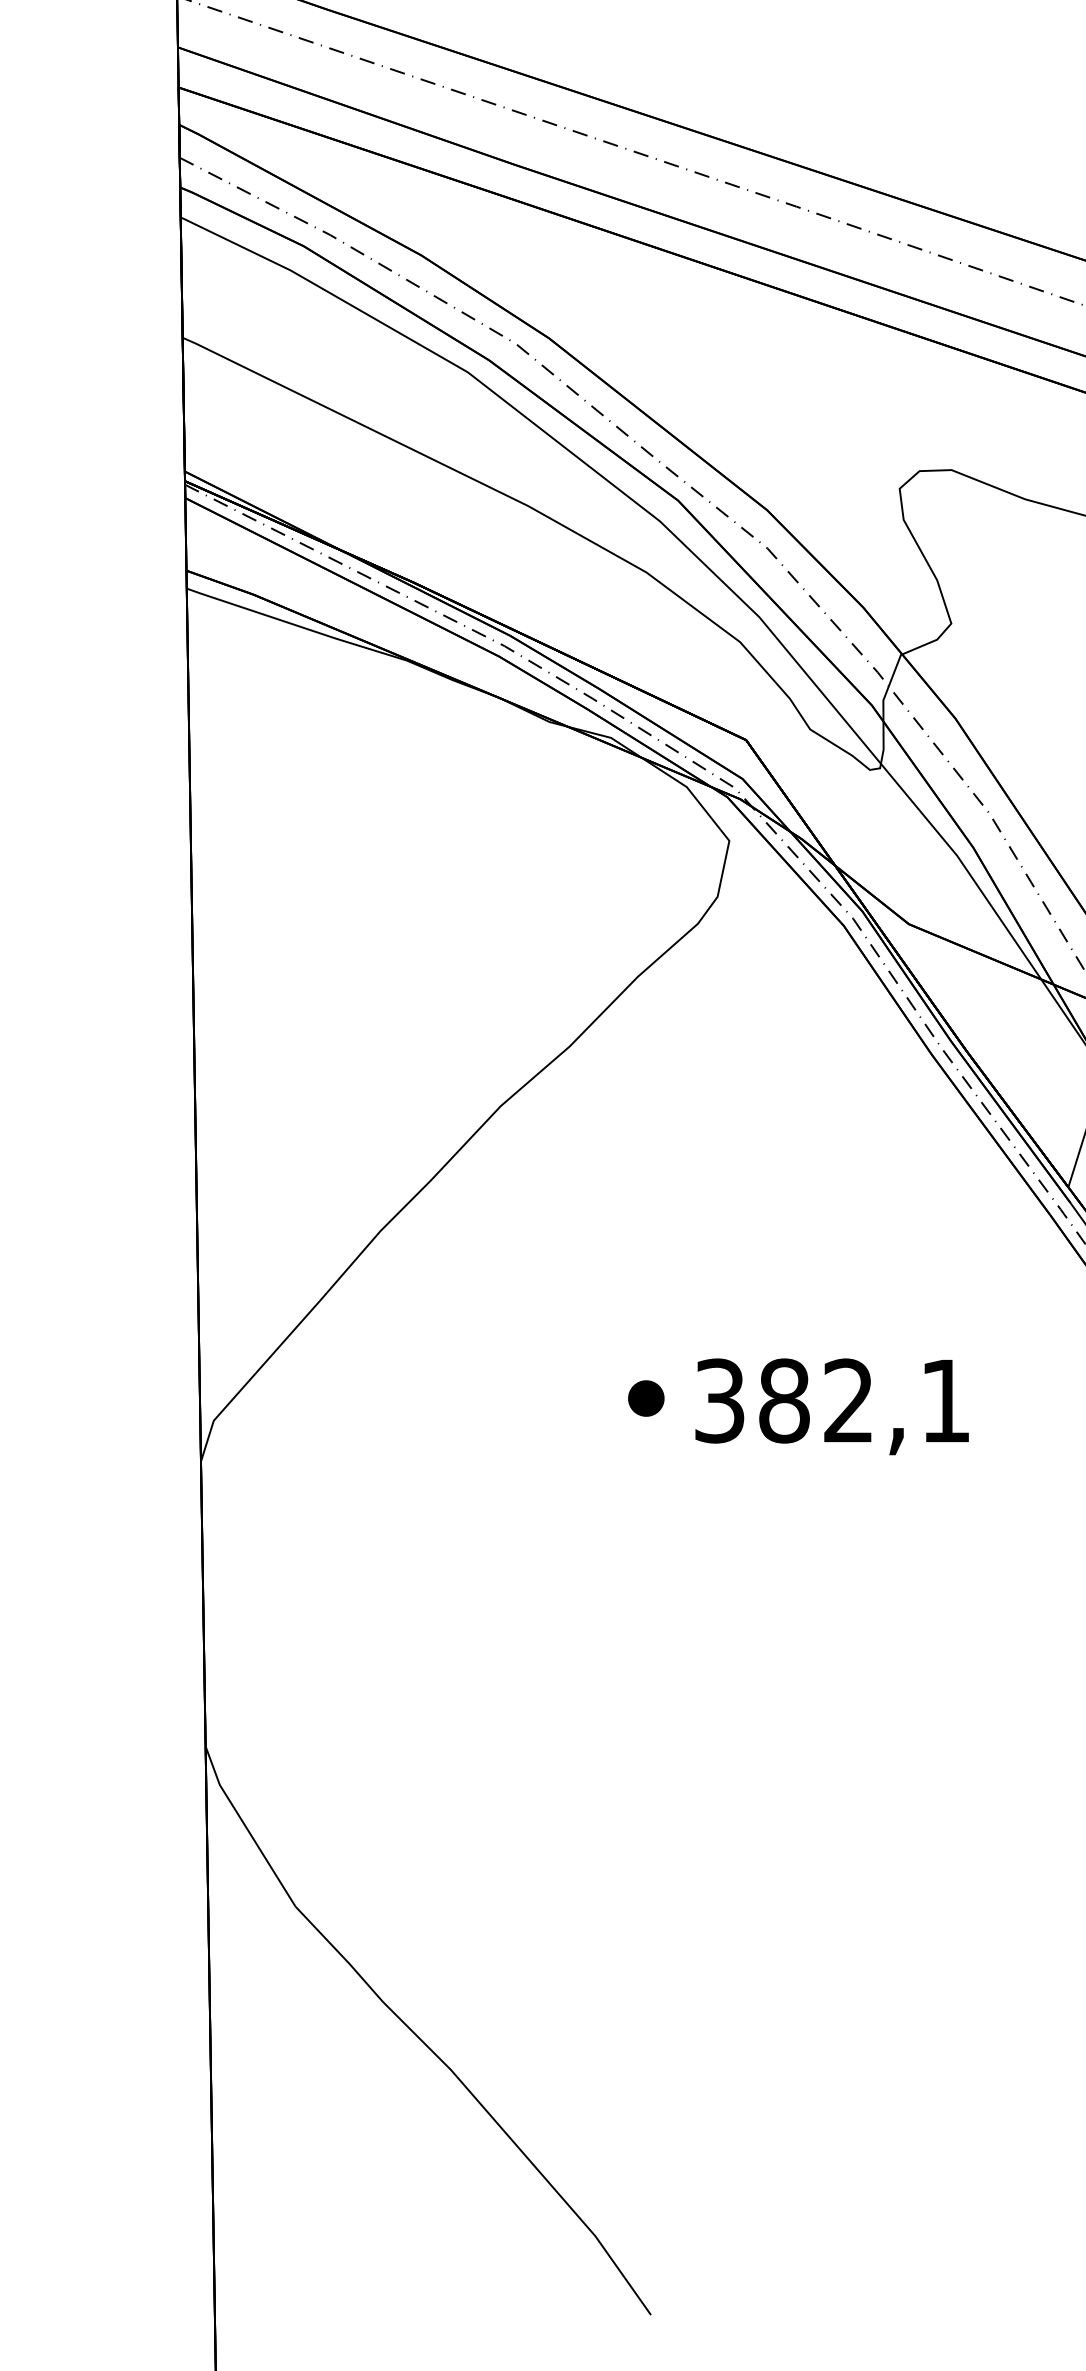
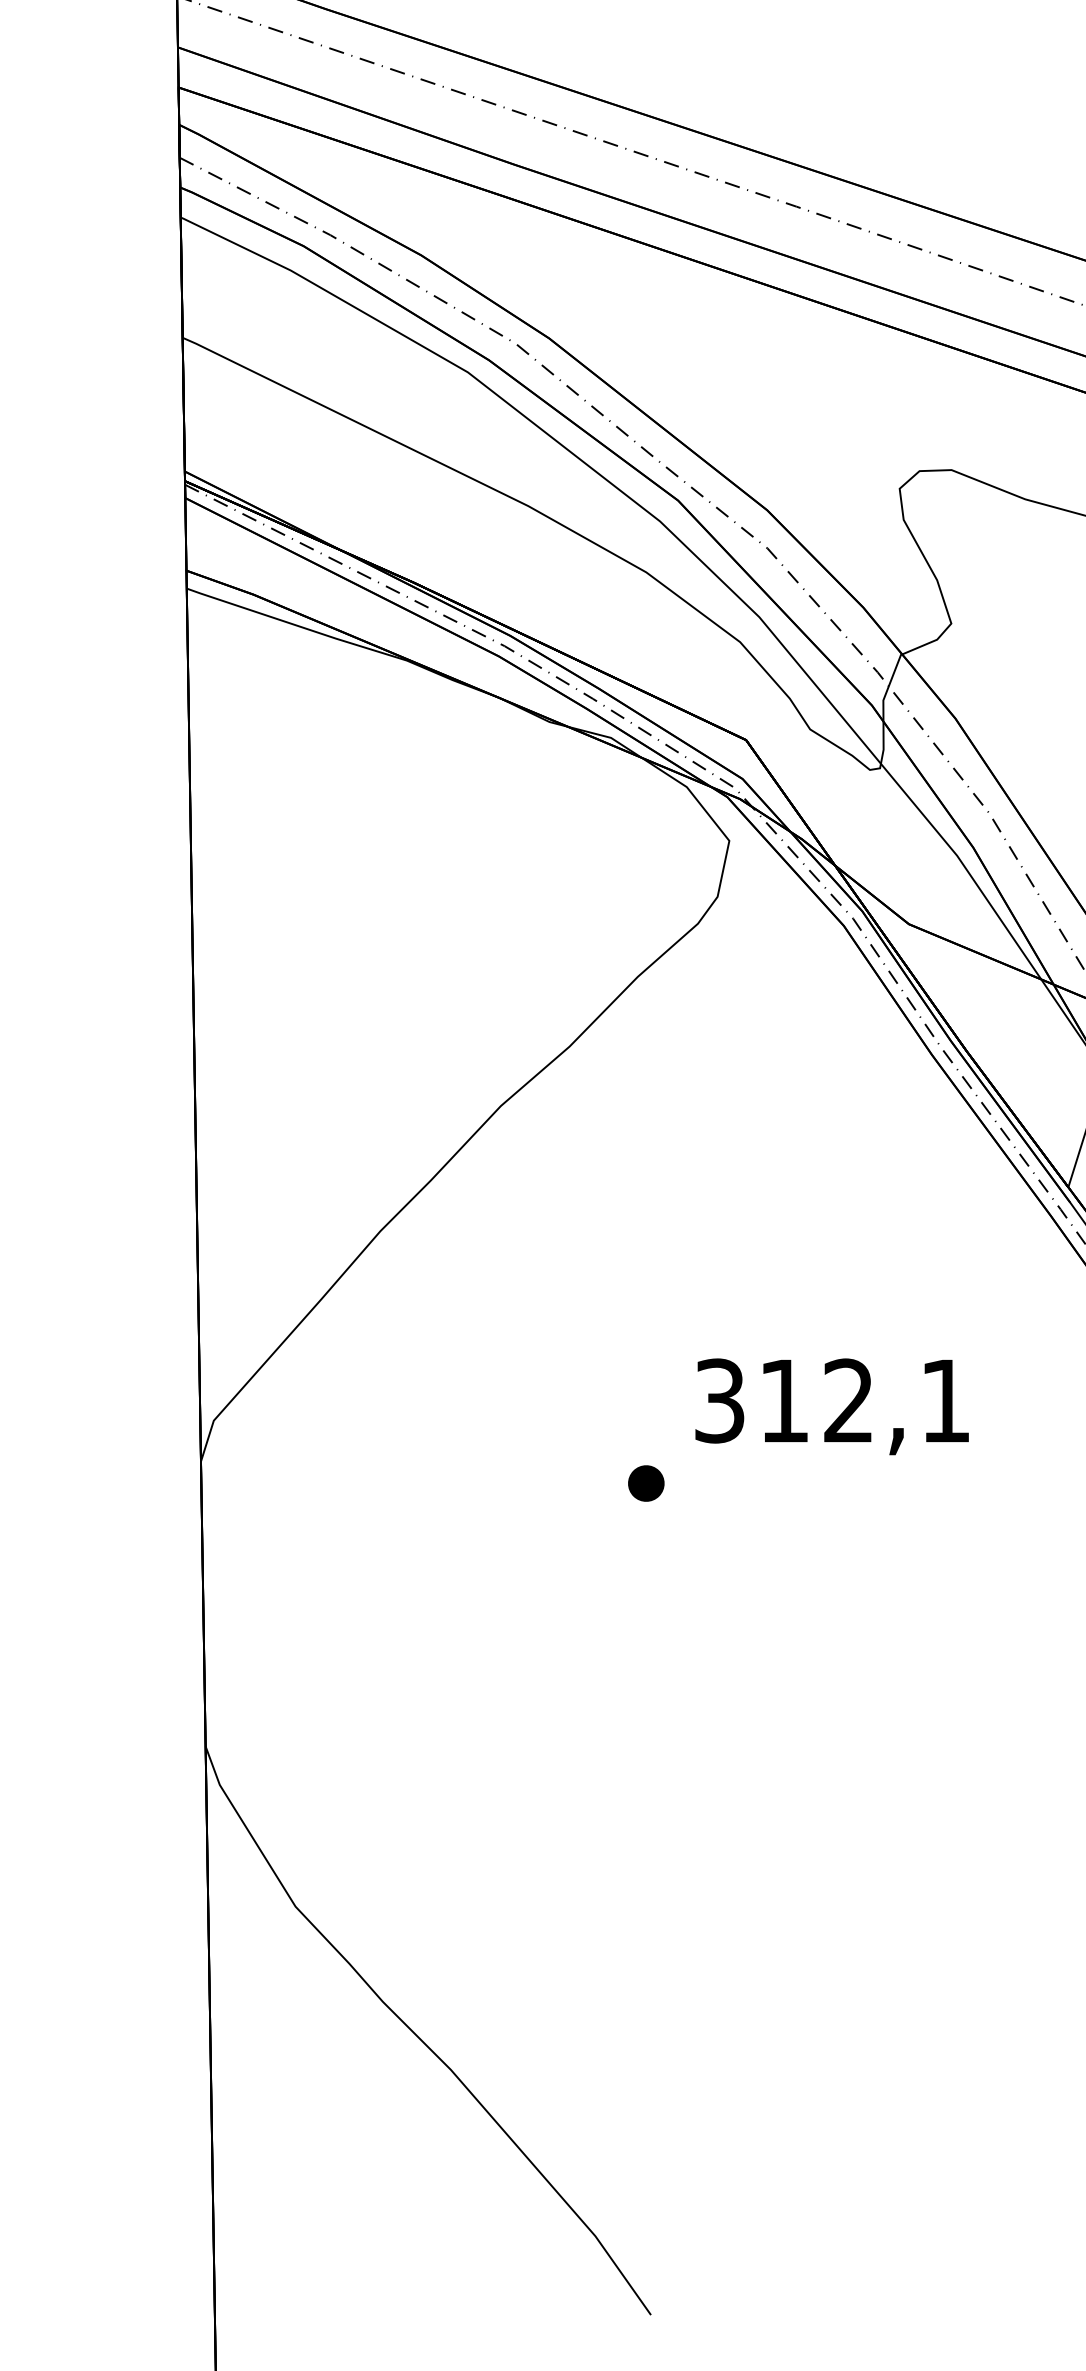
part at (646, 1398) position: (646, 1398) -> (646, 1483)
text at (784, 1400): 382,1 -> 312,1
